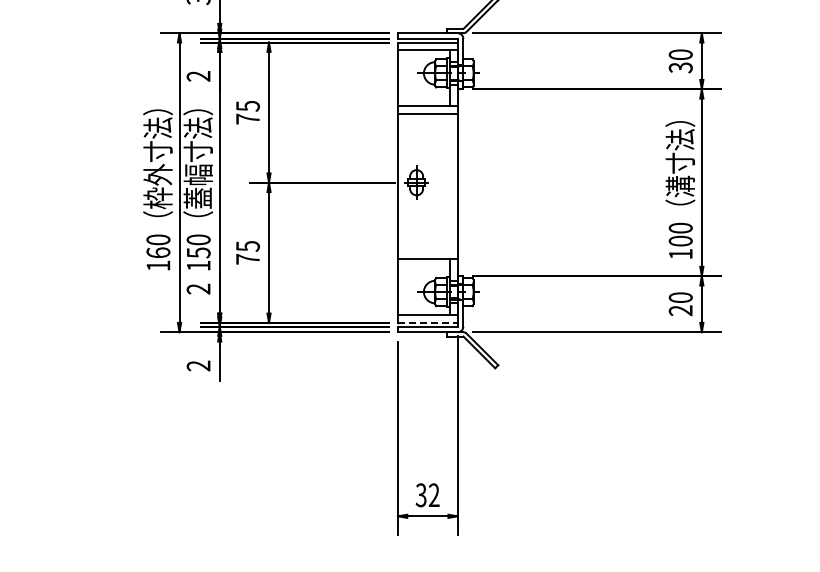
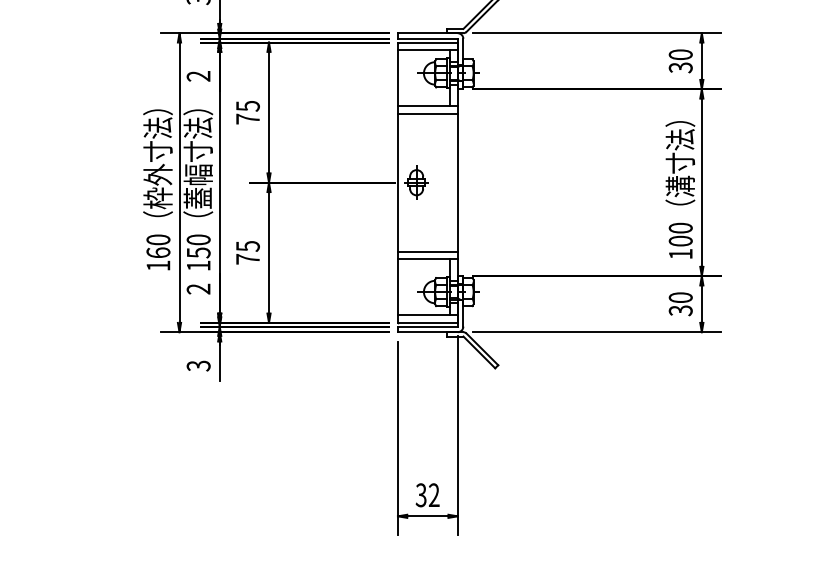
line at (427, 251): none -> present
text at (680, 310): 20 -> 30
line at (427, 322): dashed -> solid
text at (198, 365): 2 -> 3
